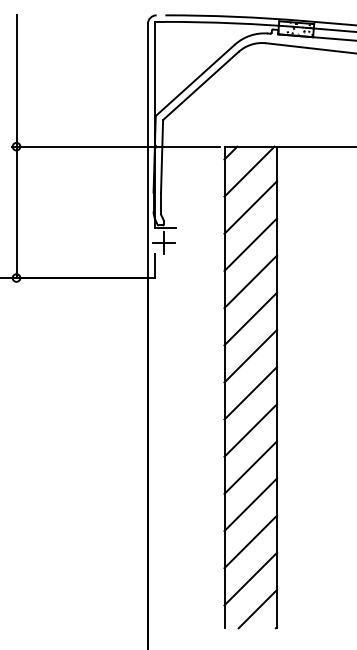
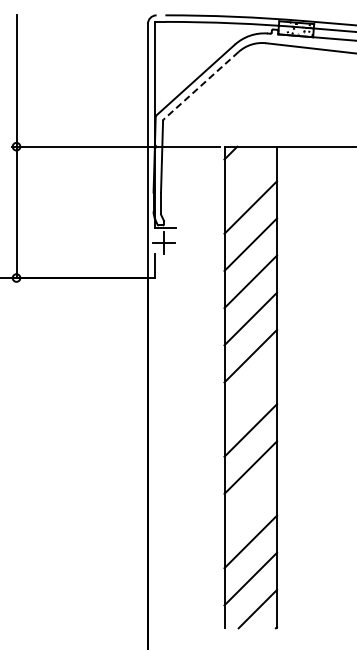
line at (201, 85): solid -> dashed
line at (249, 171): present -> none
line at (250, 393): present -> none
line at (250, 504): present -> none
